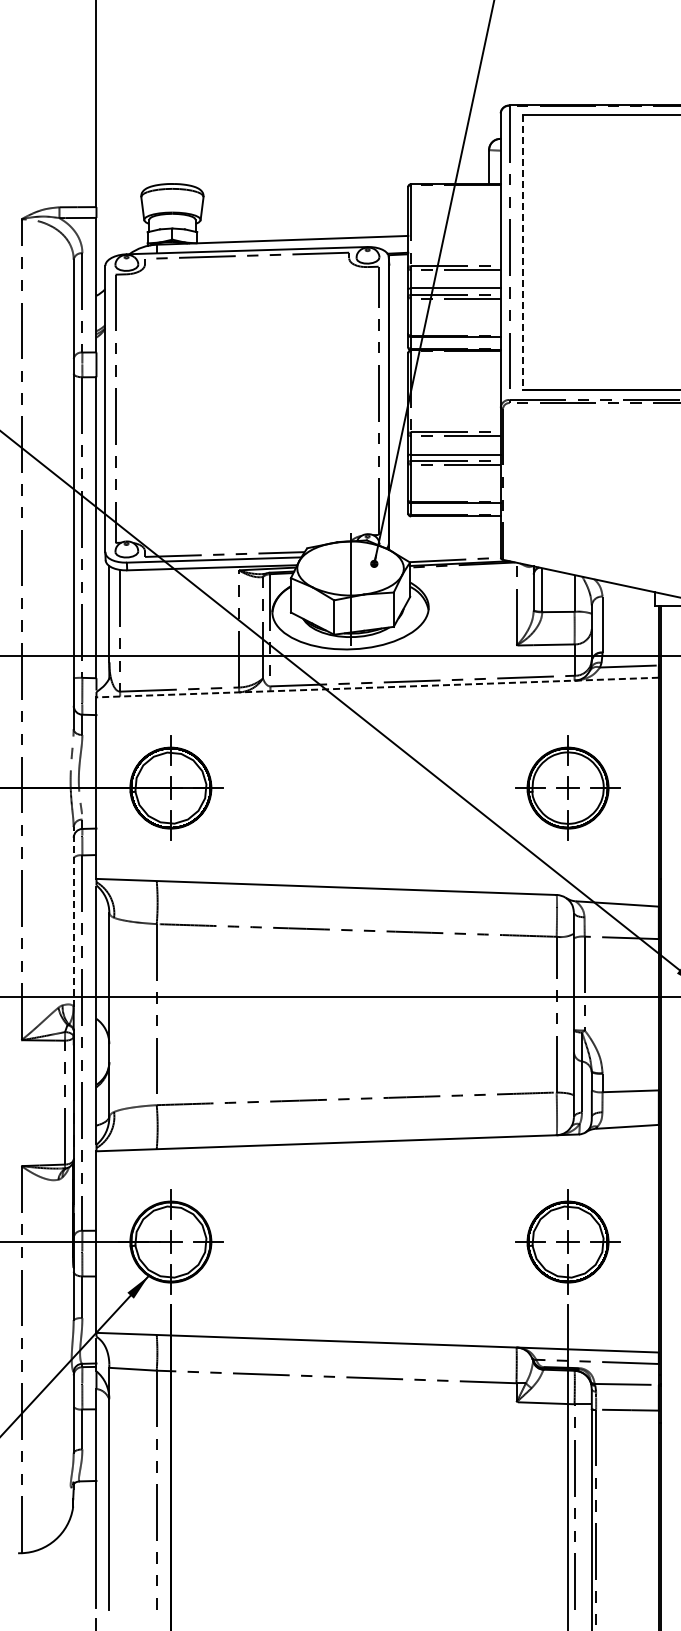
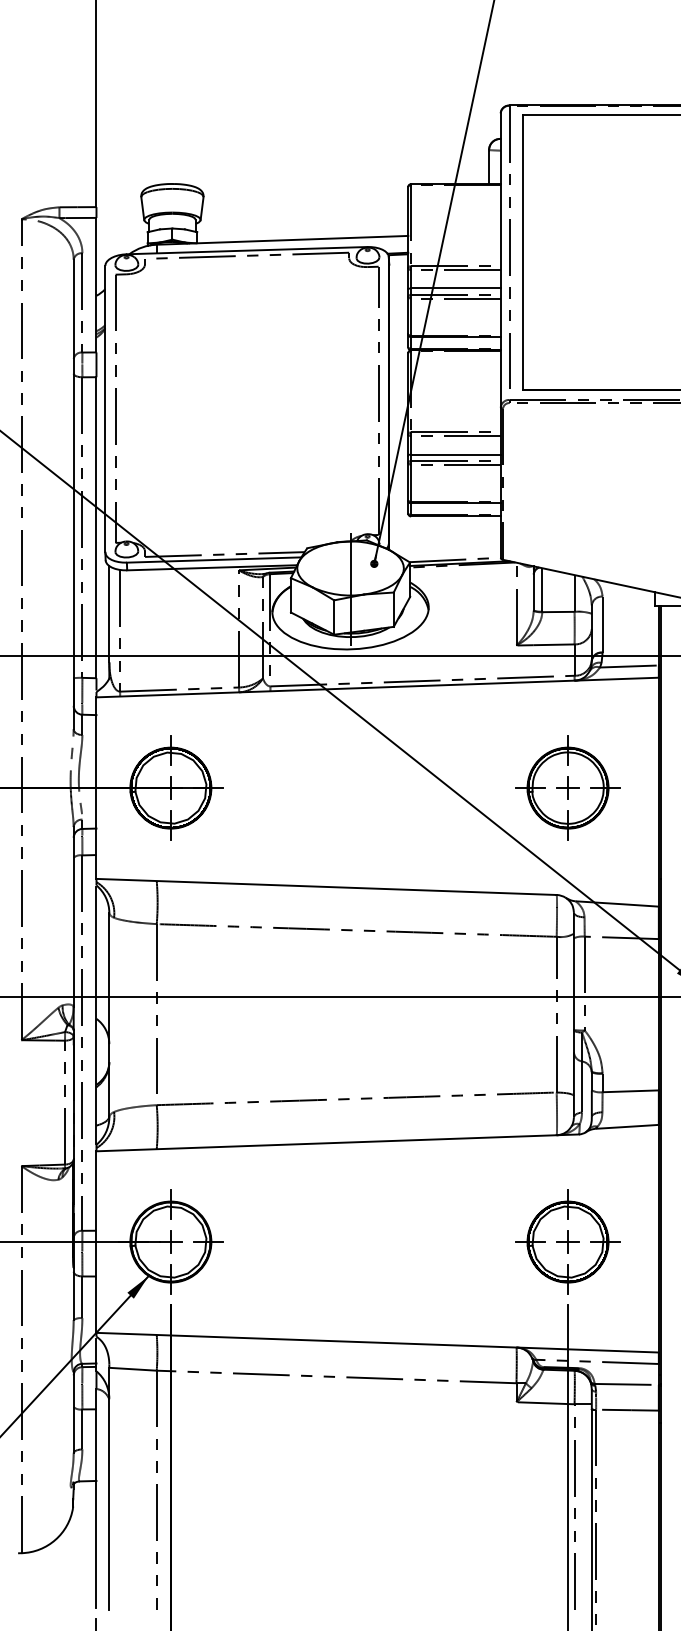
line at (523, 253): dashed -> solid
line at (377, 687): dashed -> solid
line at (73, 916): dashed -> solid
